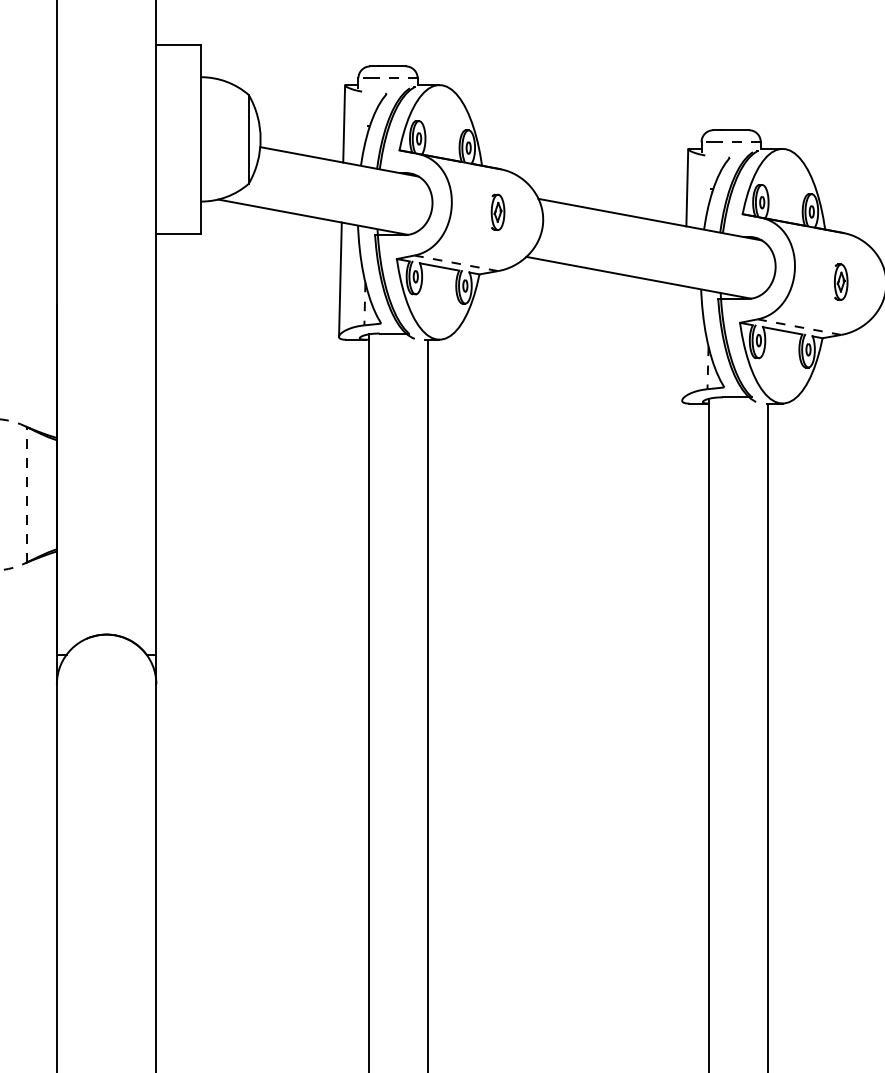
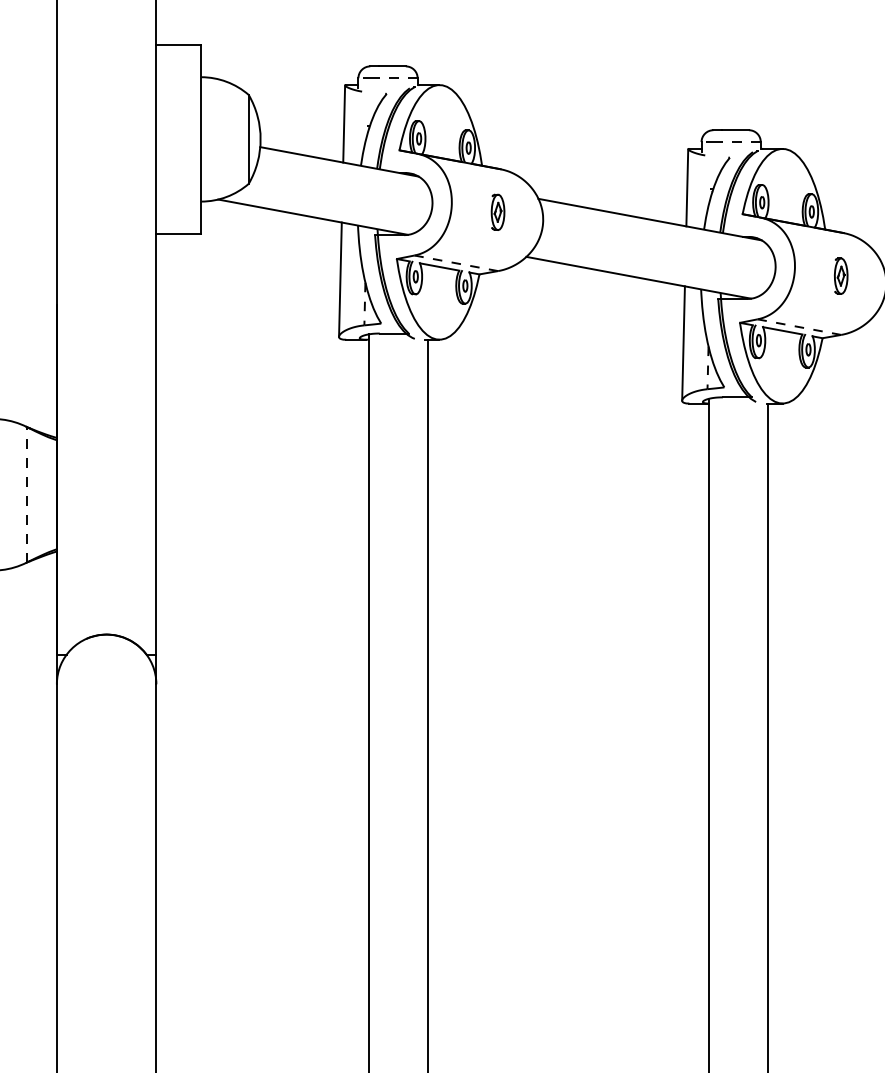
part at (841, 281) position: (841, 281) -> (841, 275)
line at (683, 343): none -> present
arc at (0, 570): dashed -> solid
